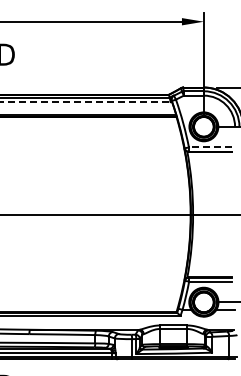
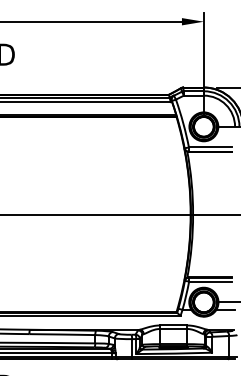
line at (85, 102): dashed -> solid
line at (209, 147): dashed -> solid
